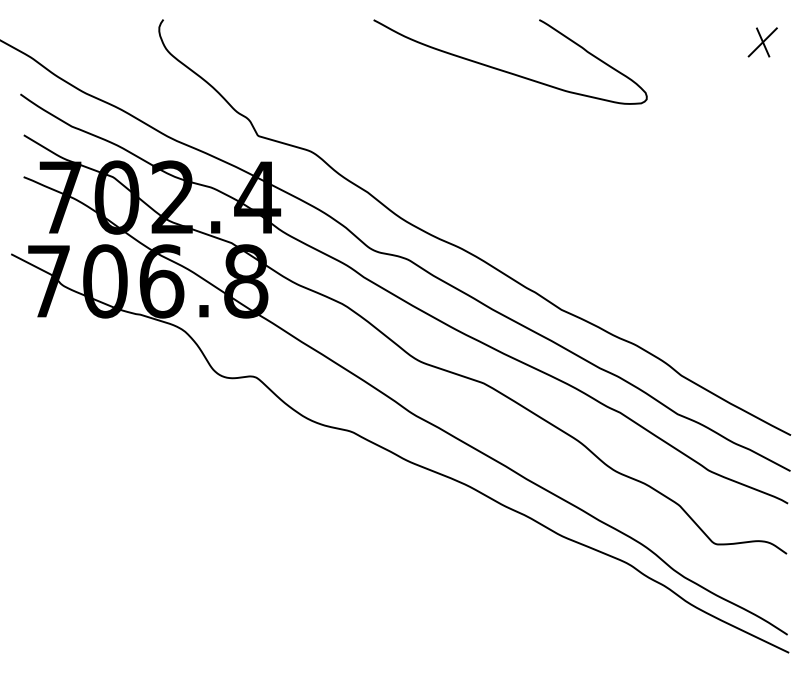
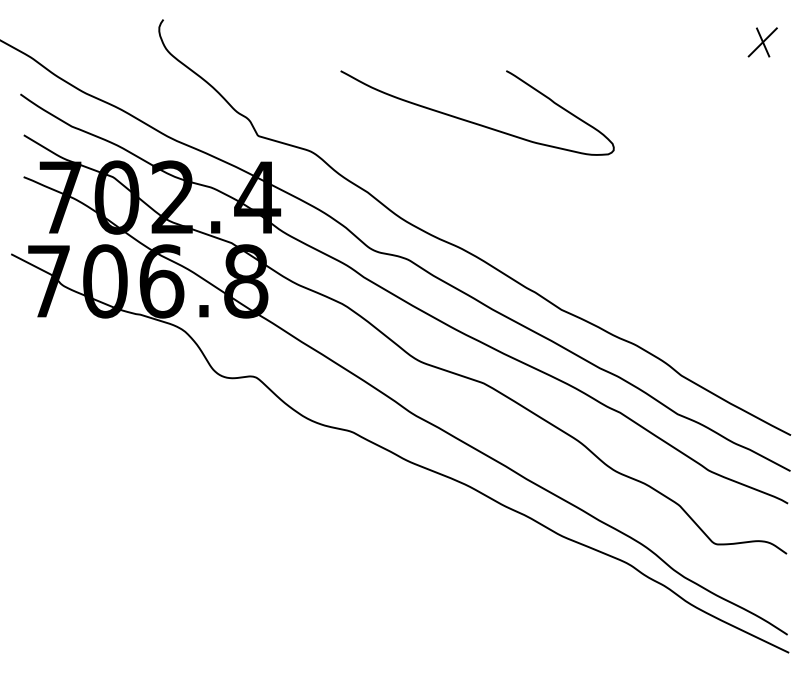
curve at (508, 71) position: (508, 71) -> (475, 122)
